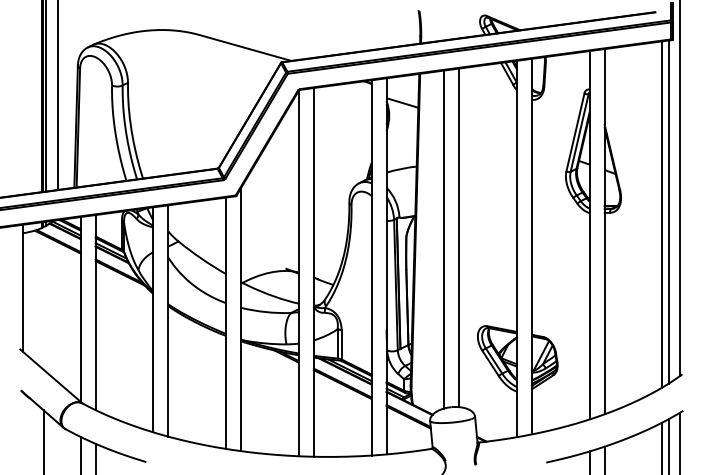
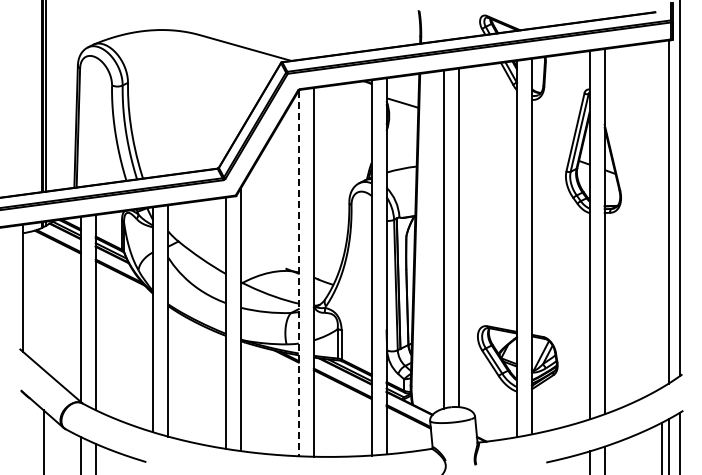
line at (57, 96): present -> none
line at (662, 214): present -> none
line at (298, 273): solid -> dashed
